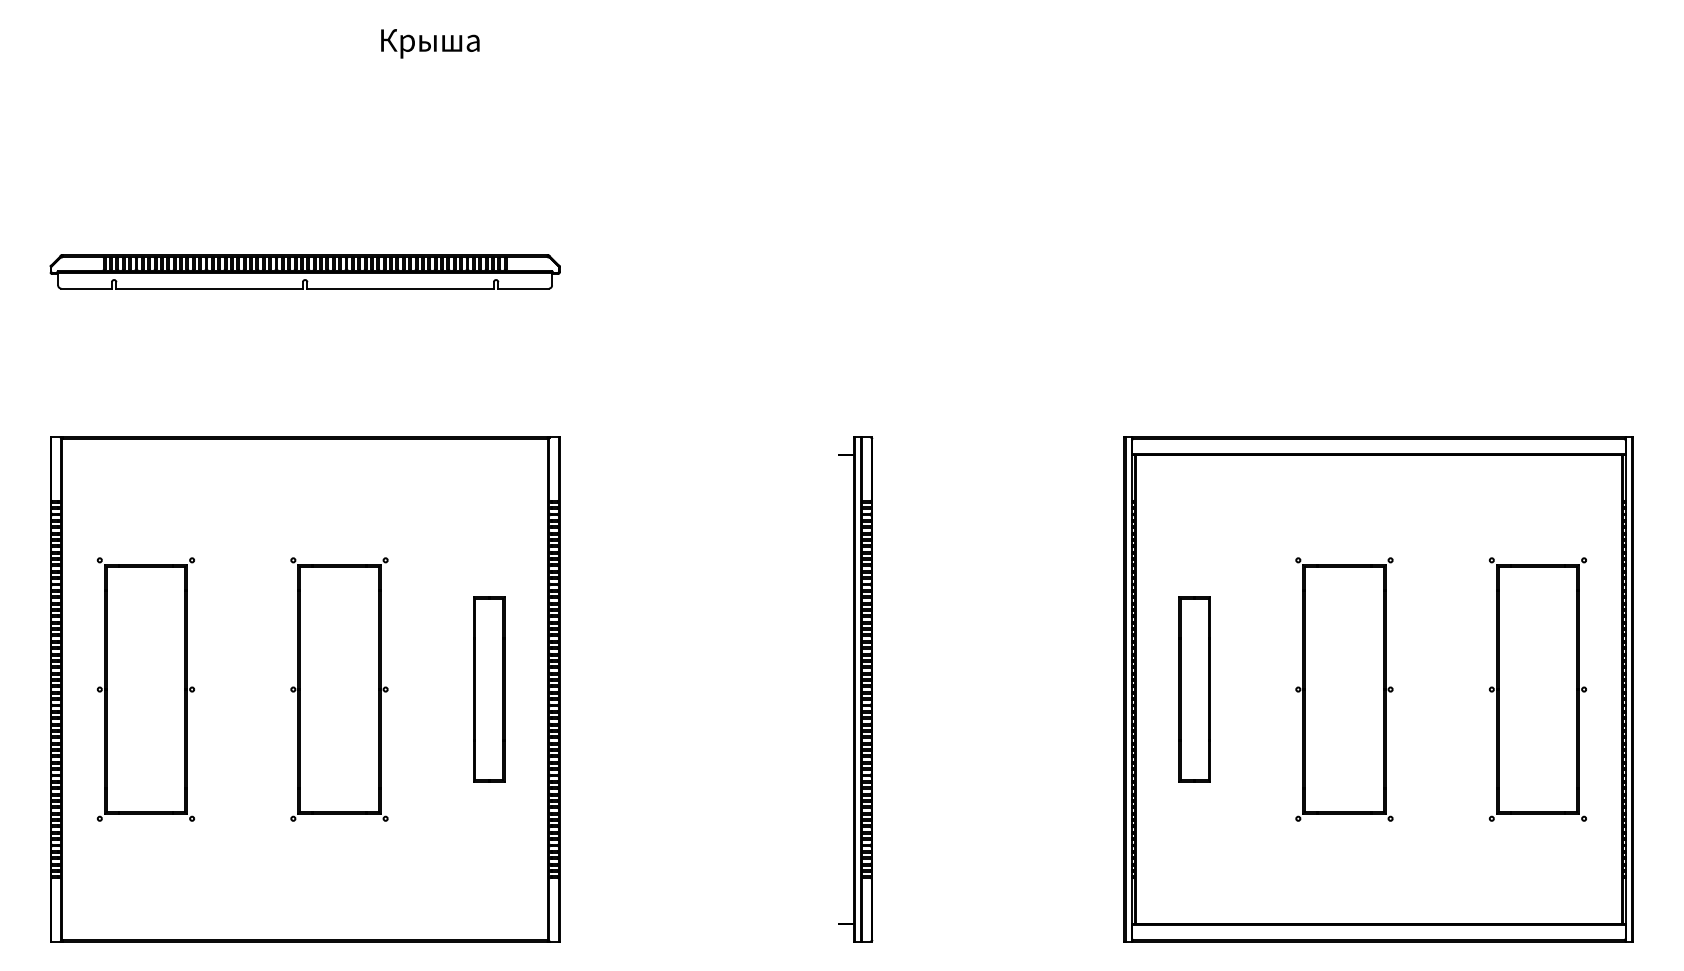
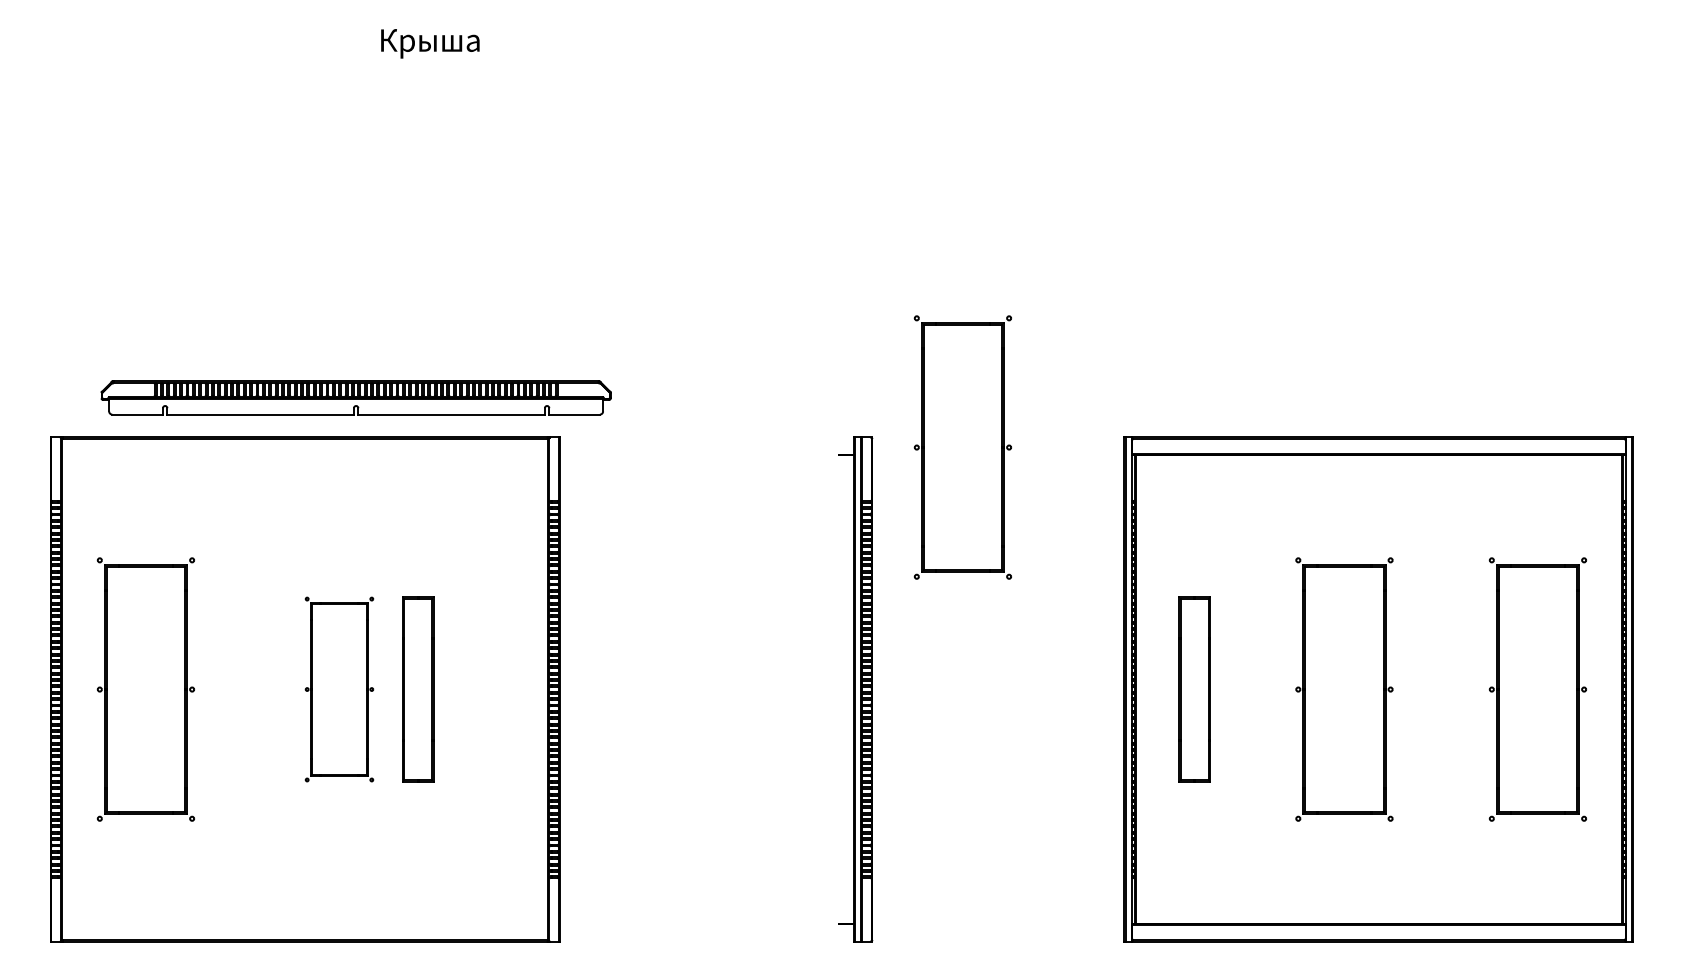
part at (304, 271) position: (304, 271) -> (355, 397)
part at (962, 447): none -> present
part at (339, 689) size: 99x265 px -> 71x187 px
part at (489, 689) position: (489, 689) -> (418, 689)
